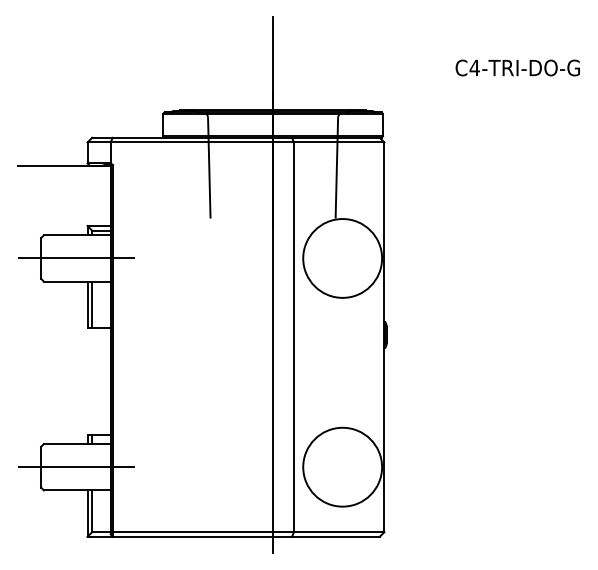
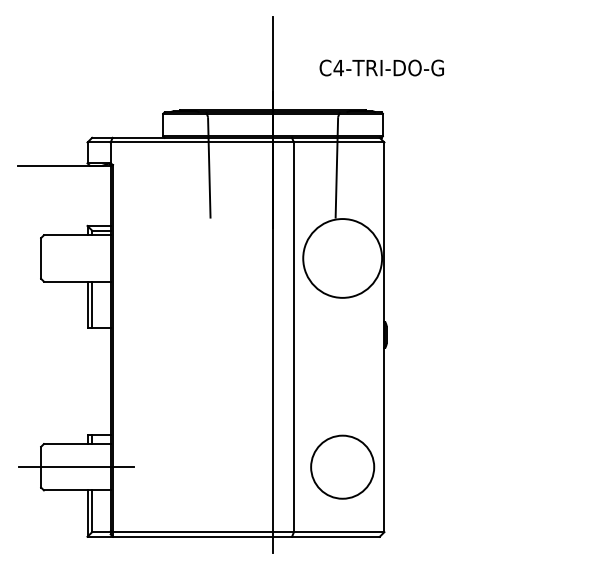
text at (517, 67) position: (517, 67) -> (381, 67)
line at (76, 258): present -> none
circle at (342, 466) diameter: 79 px -> 63 px
